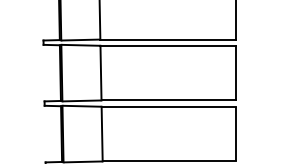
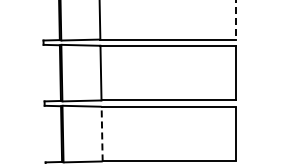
line at (235, 20): solid -> dashed
line at (102, 133): solid -> dashed
